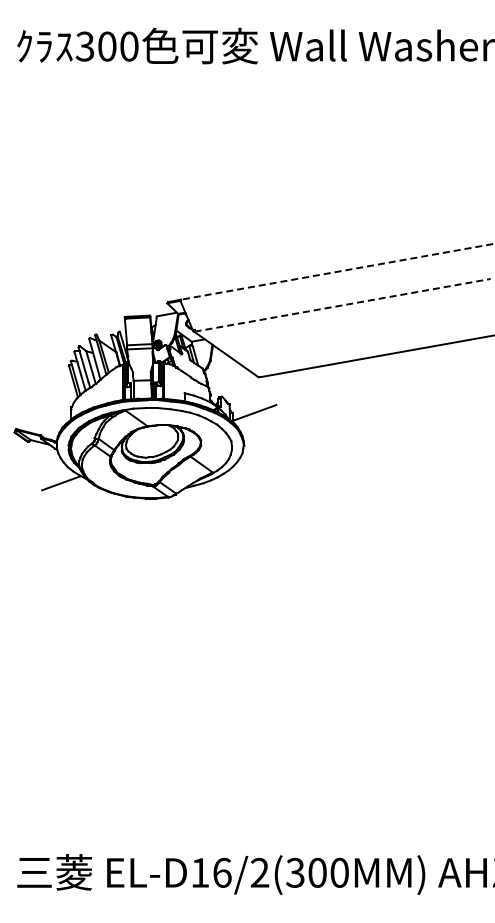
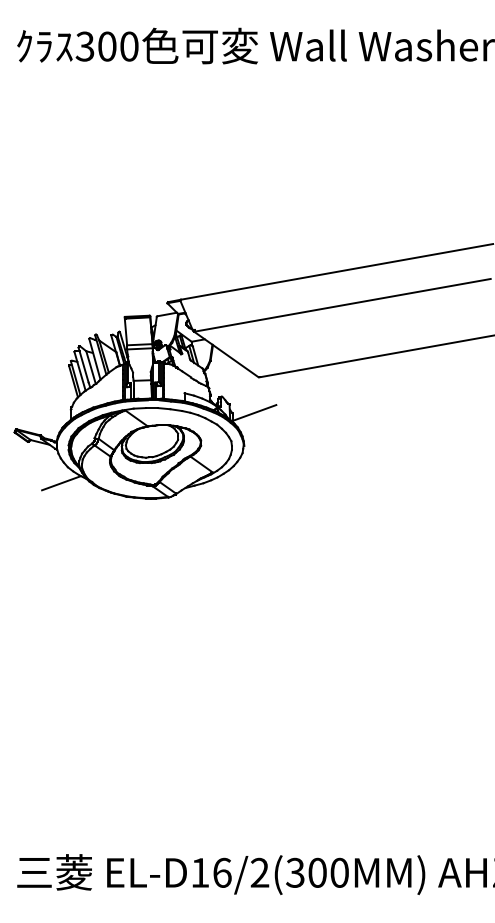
line at (336, 271): dashed -> solid
line at (343, 305): dashed -> solid
